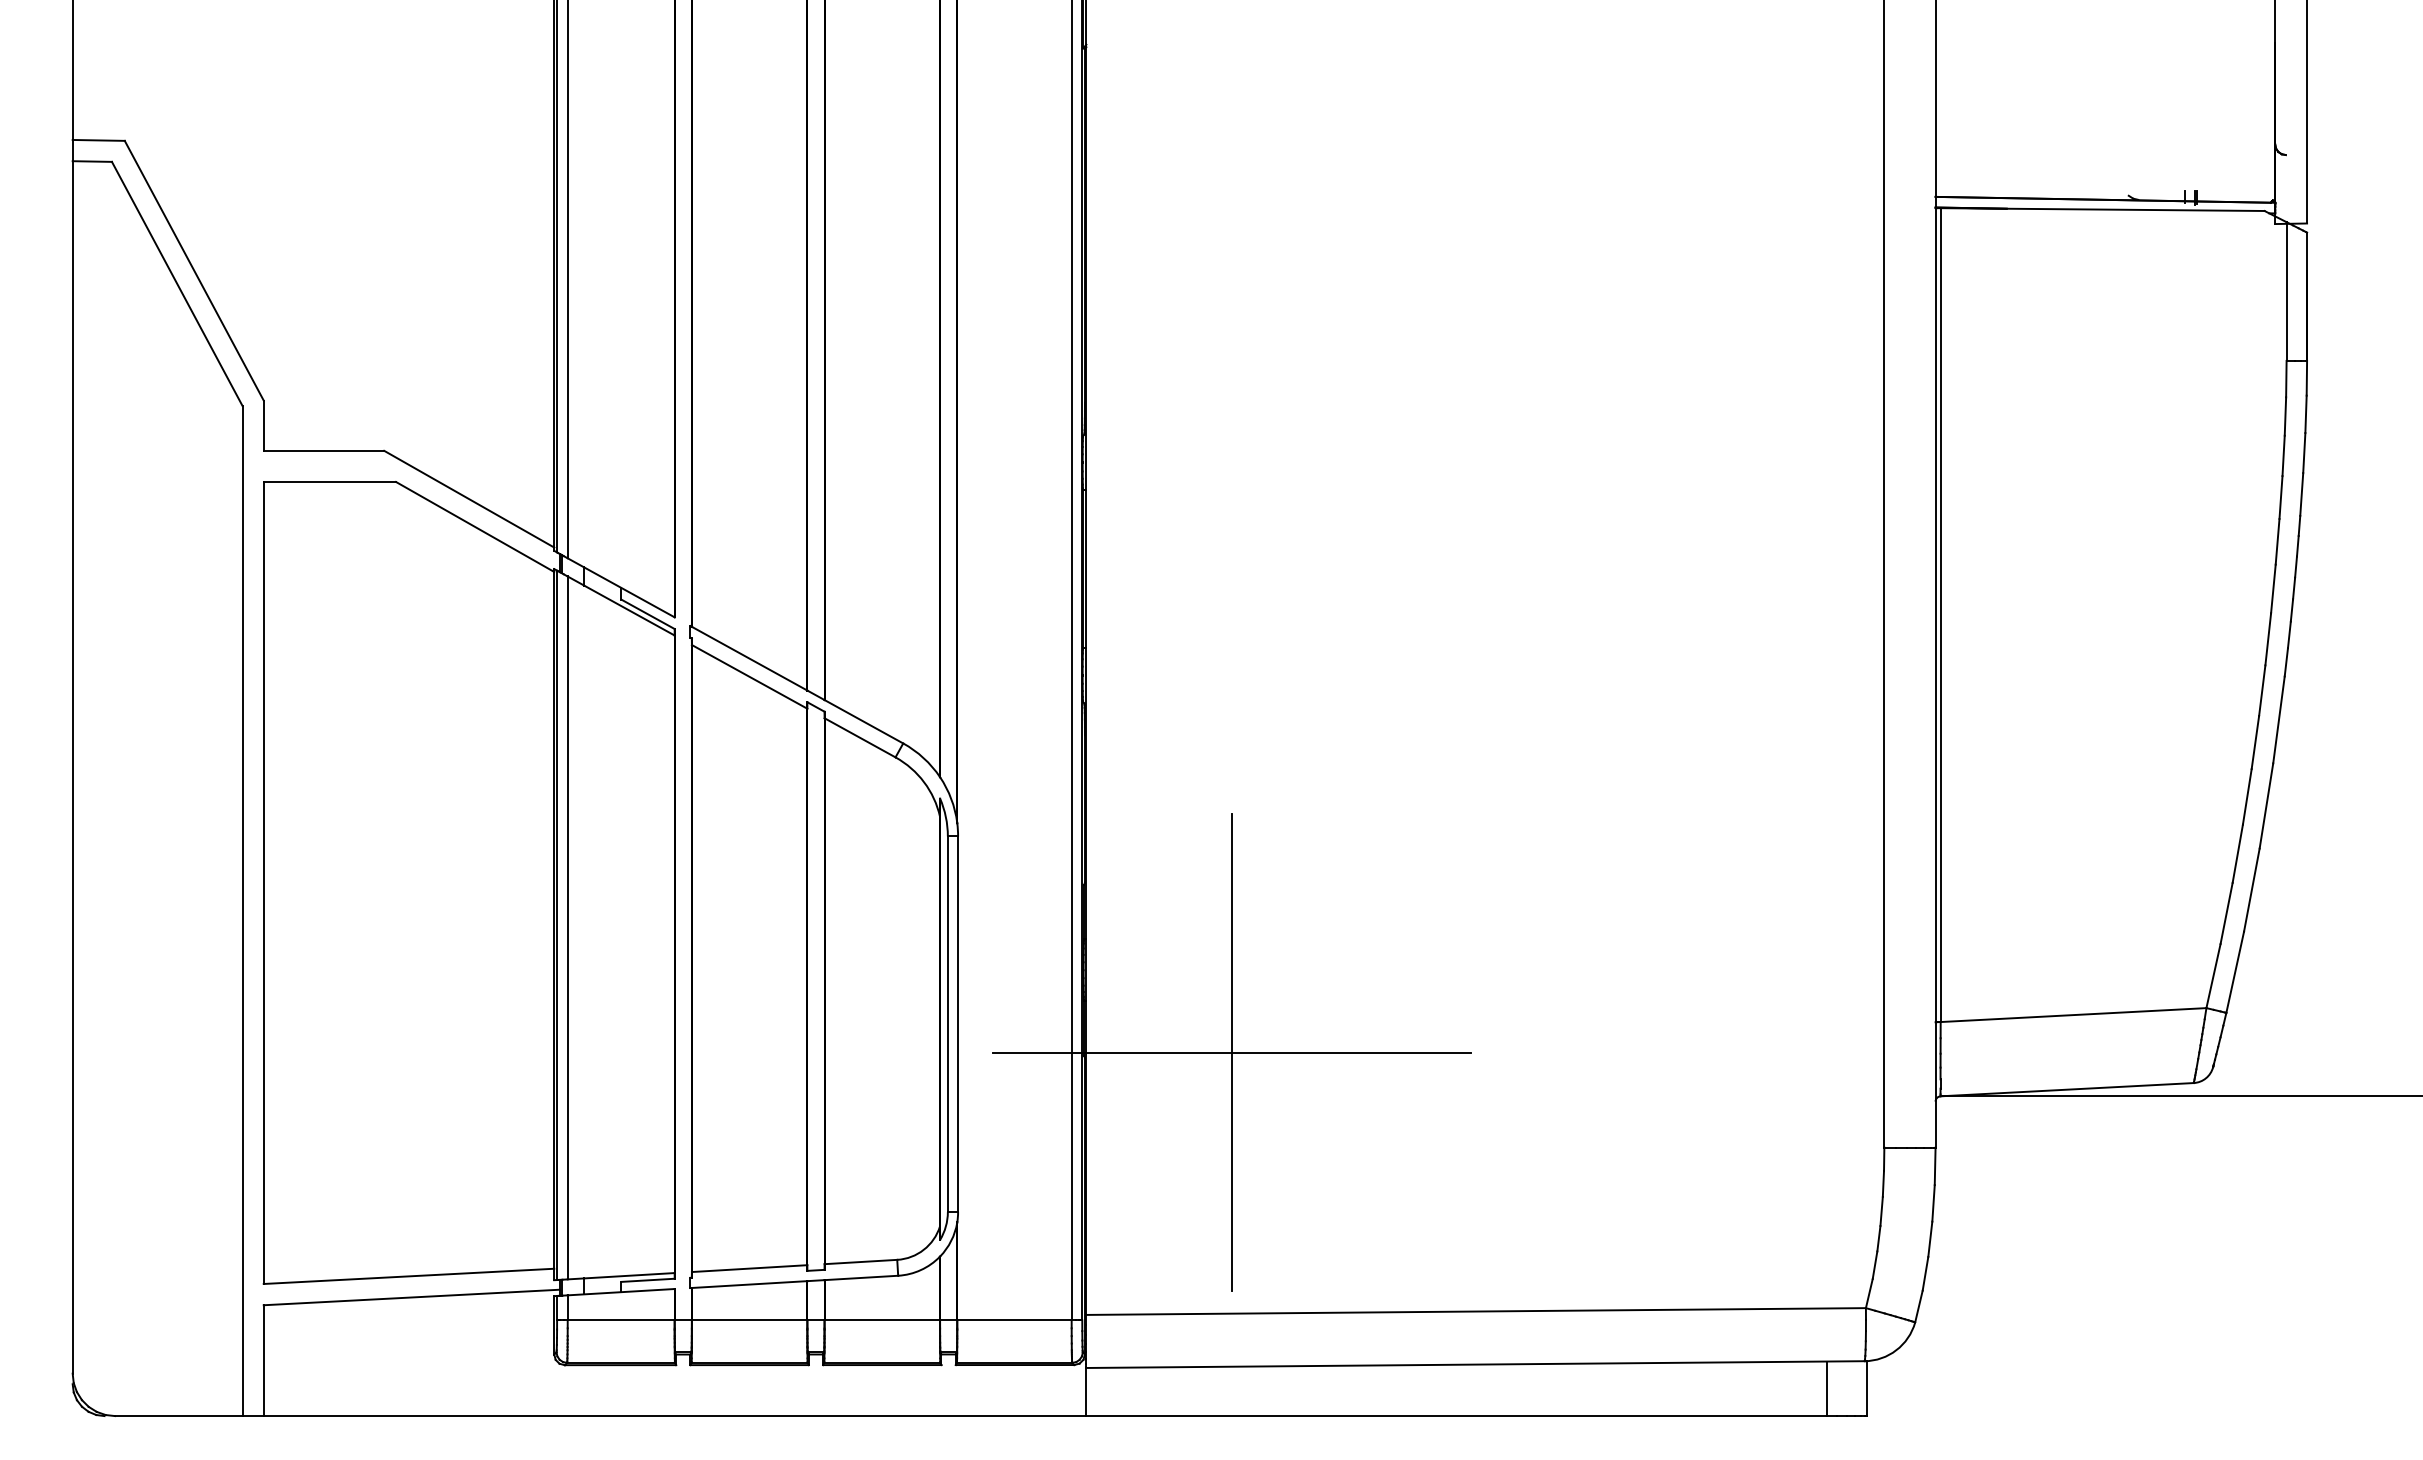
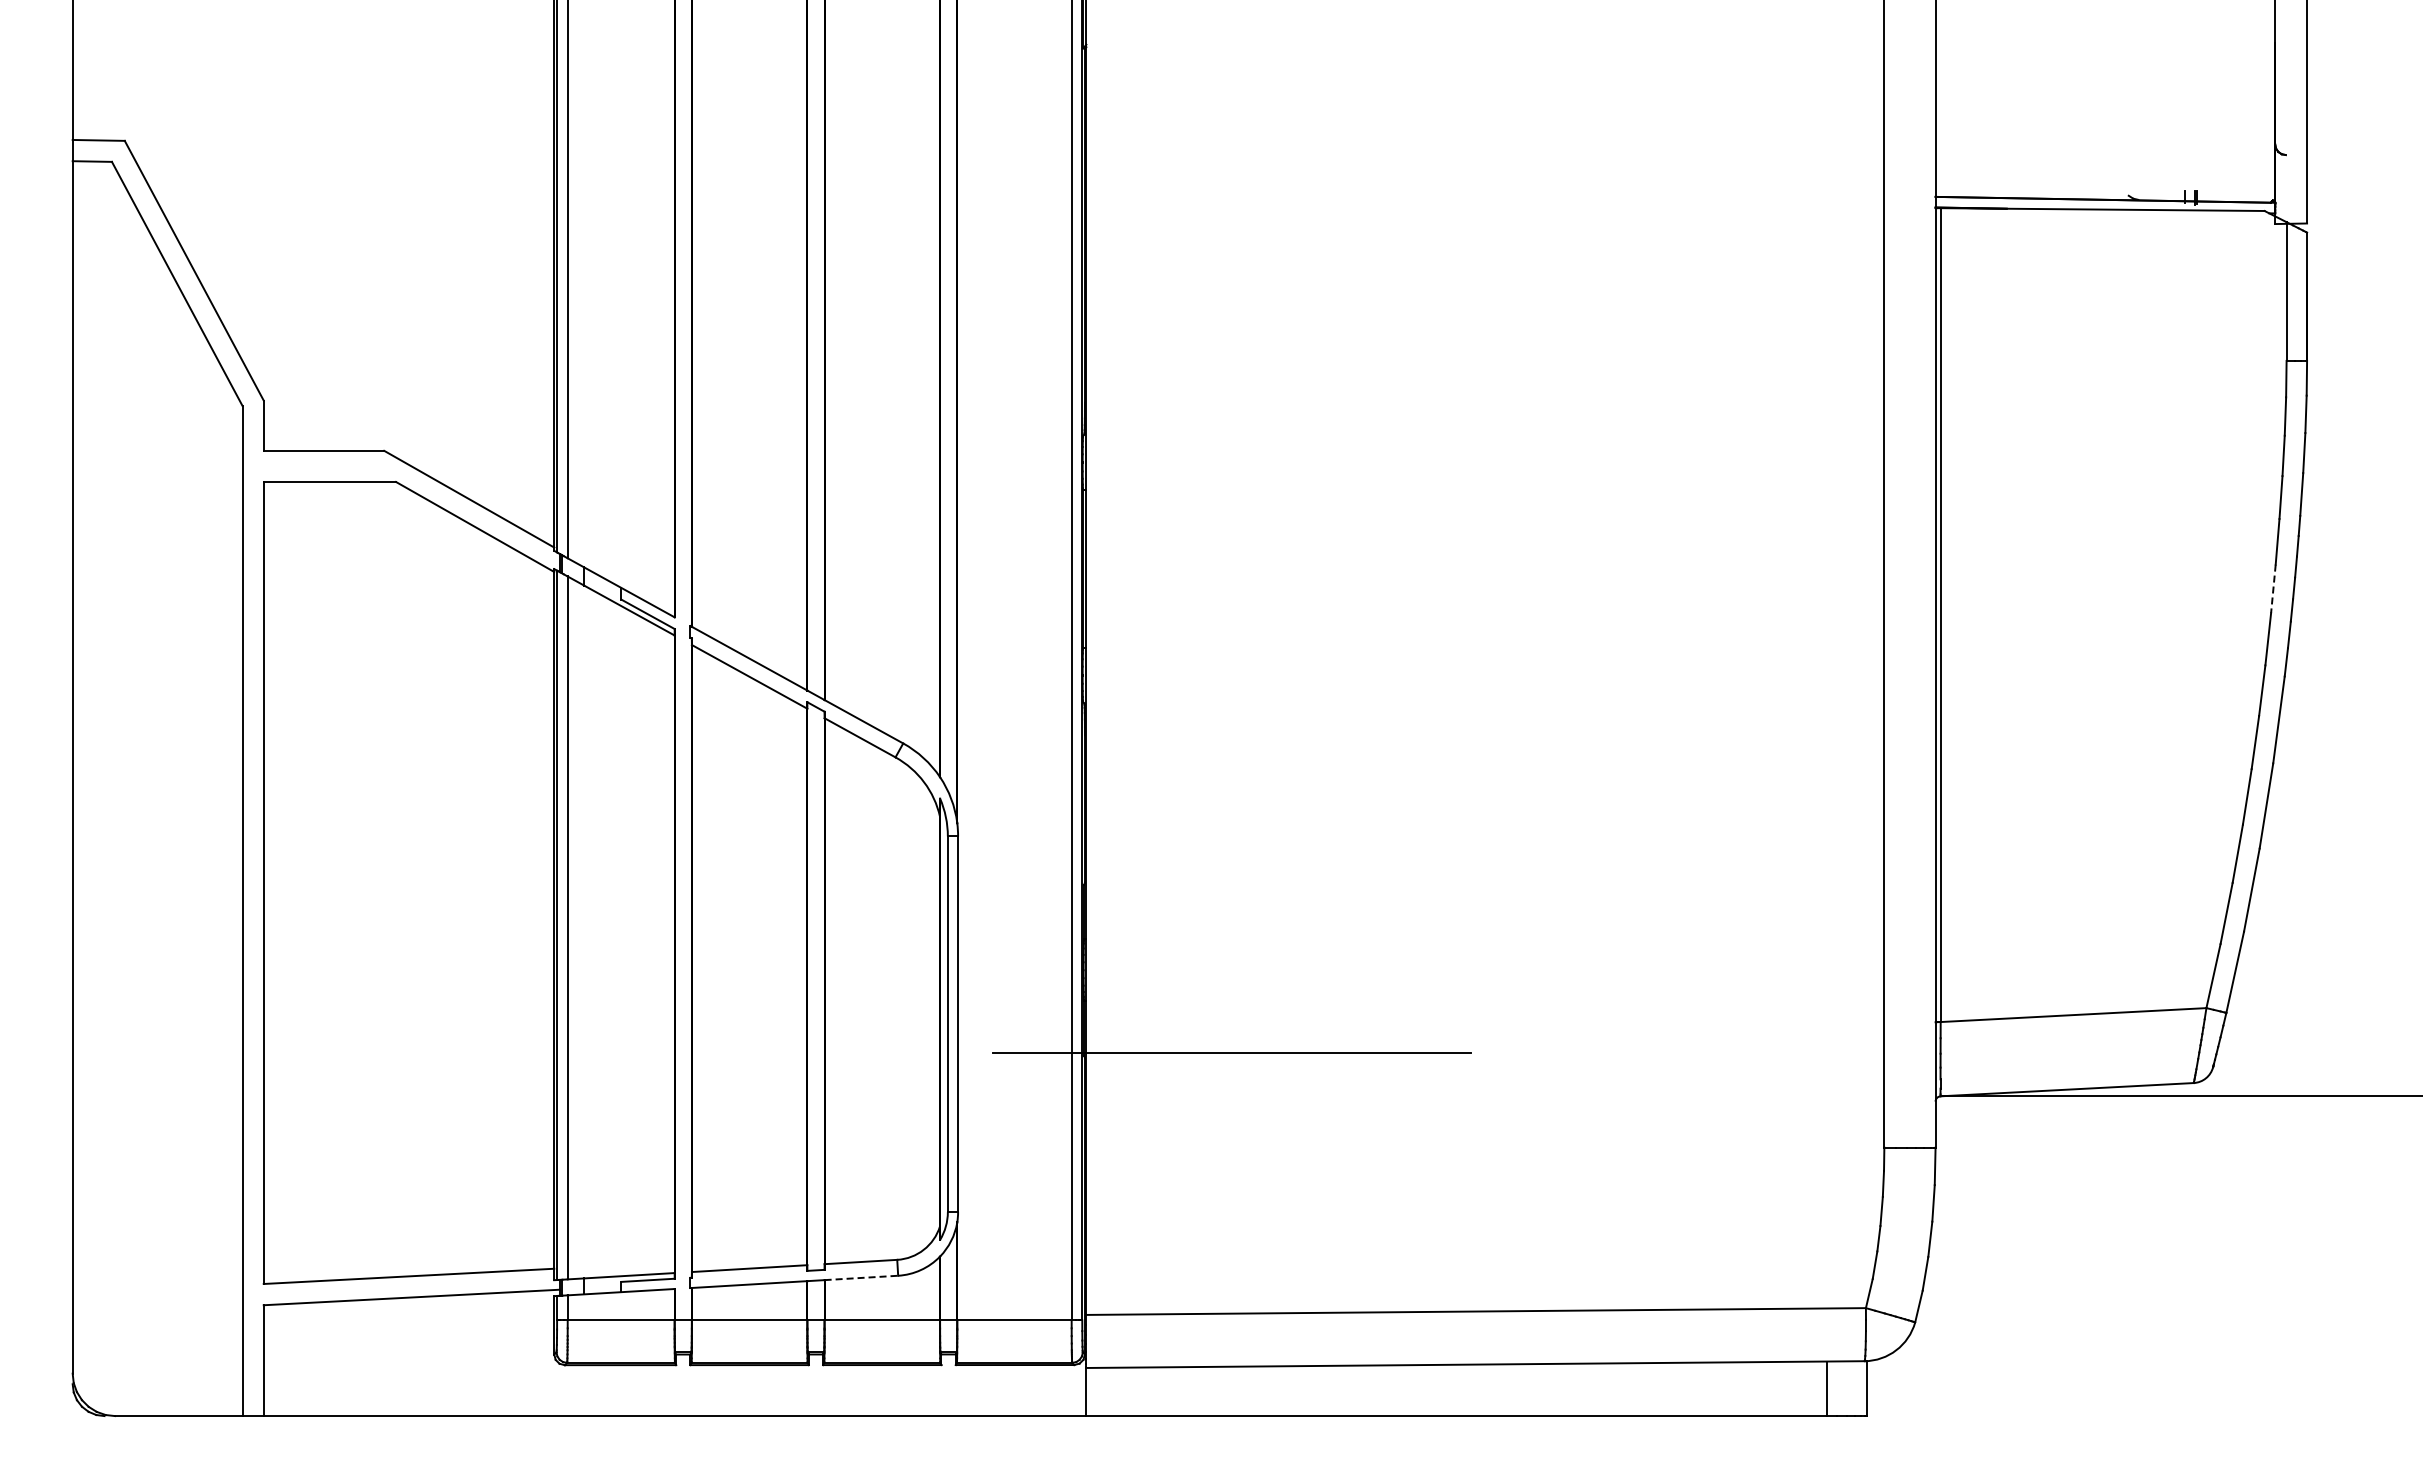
line at (2273, 589): solid -> dashed
line at (1231, 1052): present -> none
line at (861, 1277): solid -> dashed
